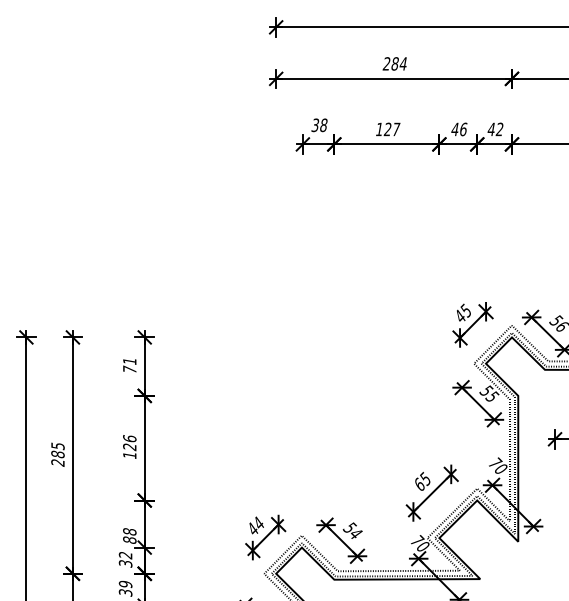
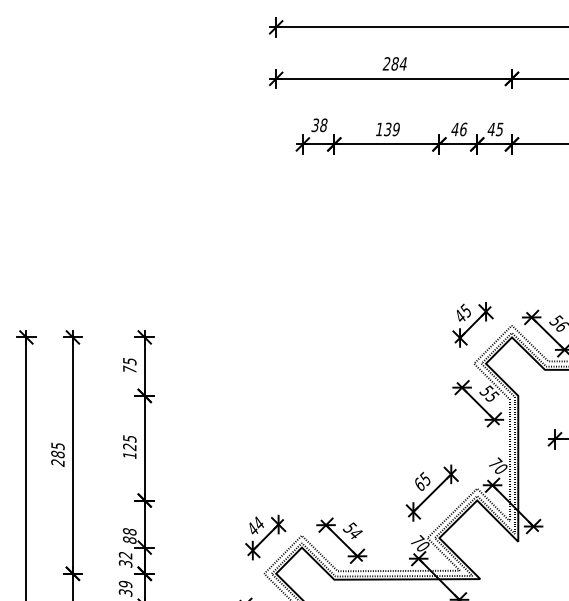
text at (391, 129): 127 -> 139
text at (499, 129): 42 -> 45
text at (129, 361): 71 -> 75
text at (129, 438): 126 -> 125
